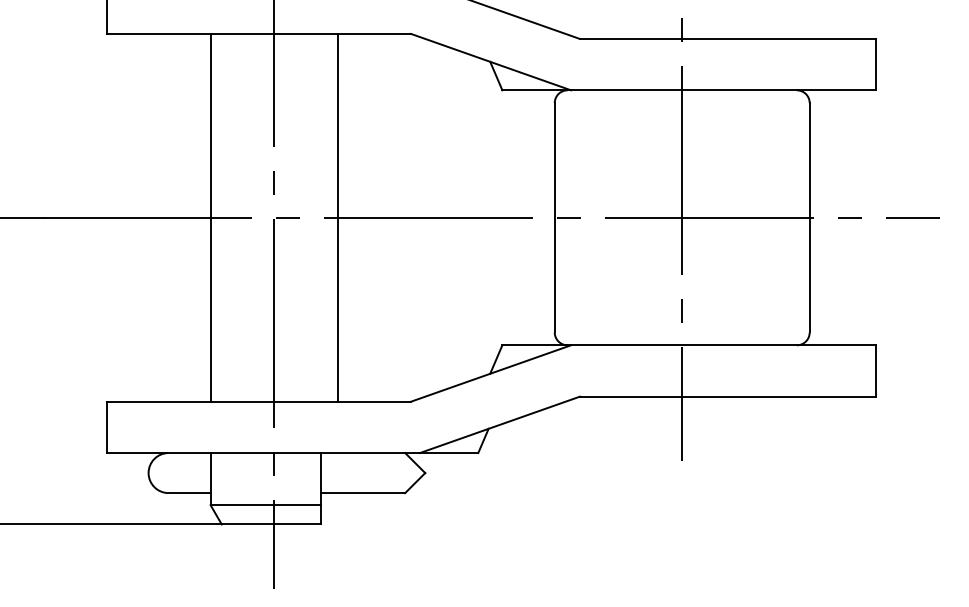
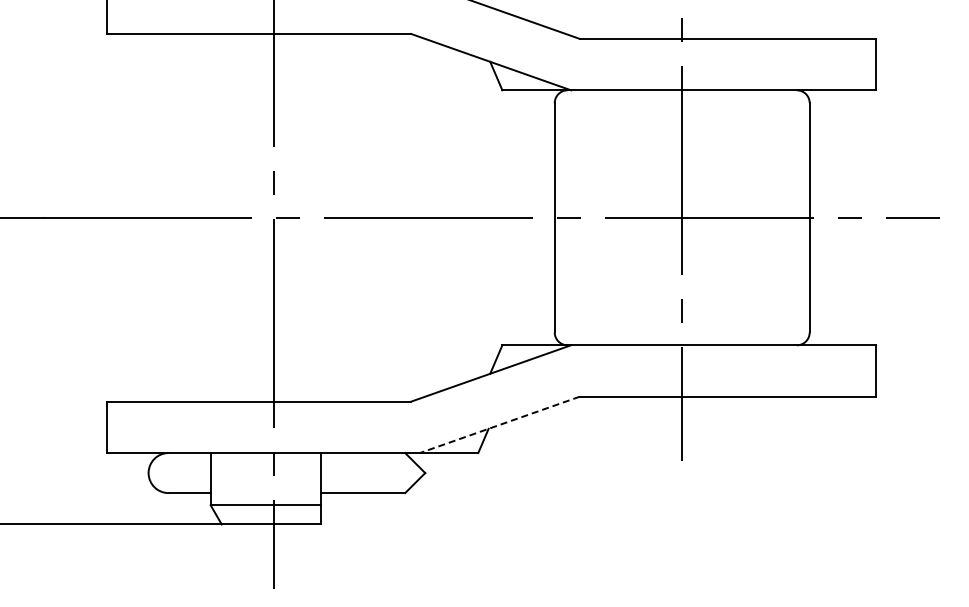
line at (210, 217): present -> none
line at (338, 217): present -> none
line at (499, 424): solid -> dashed
